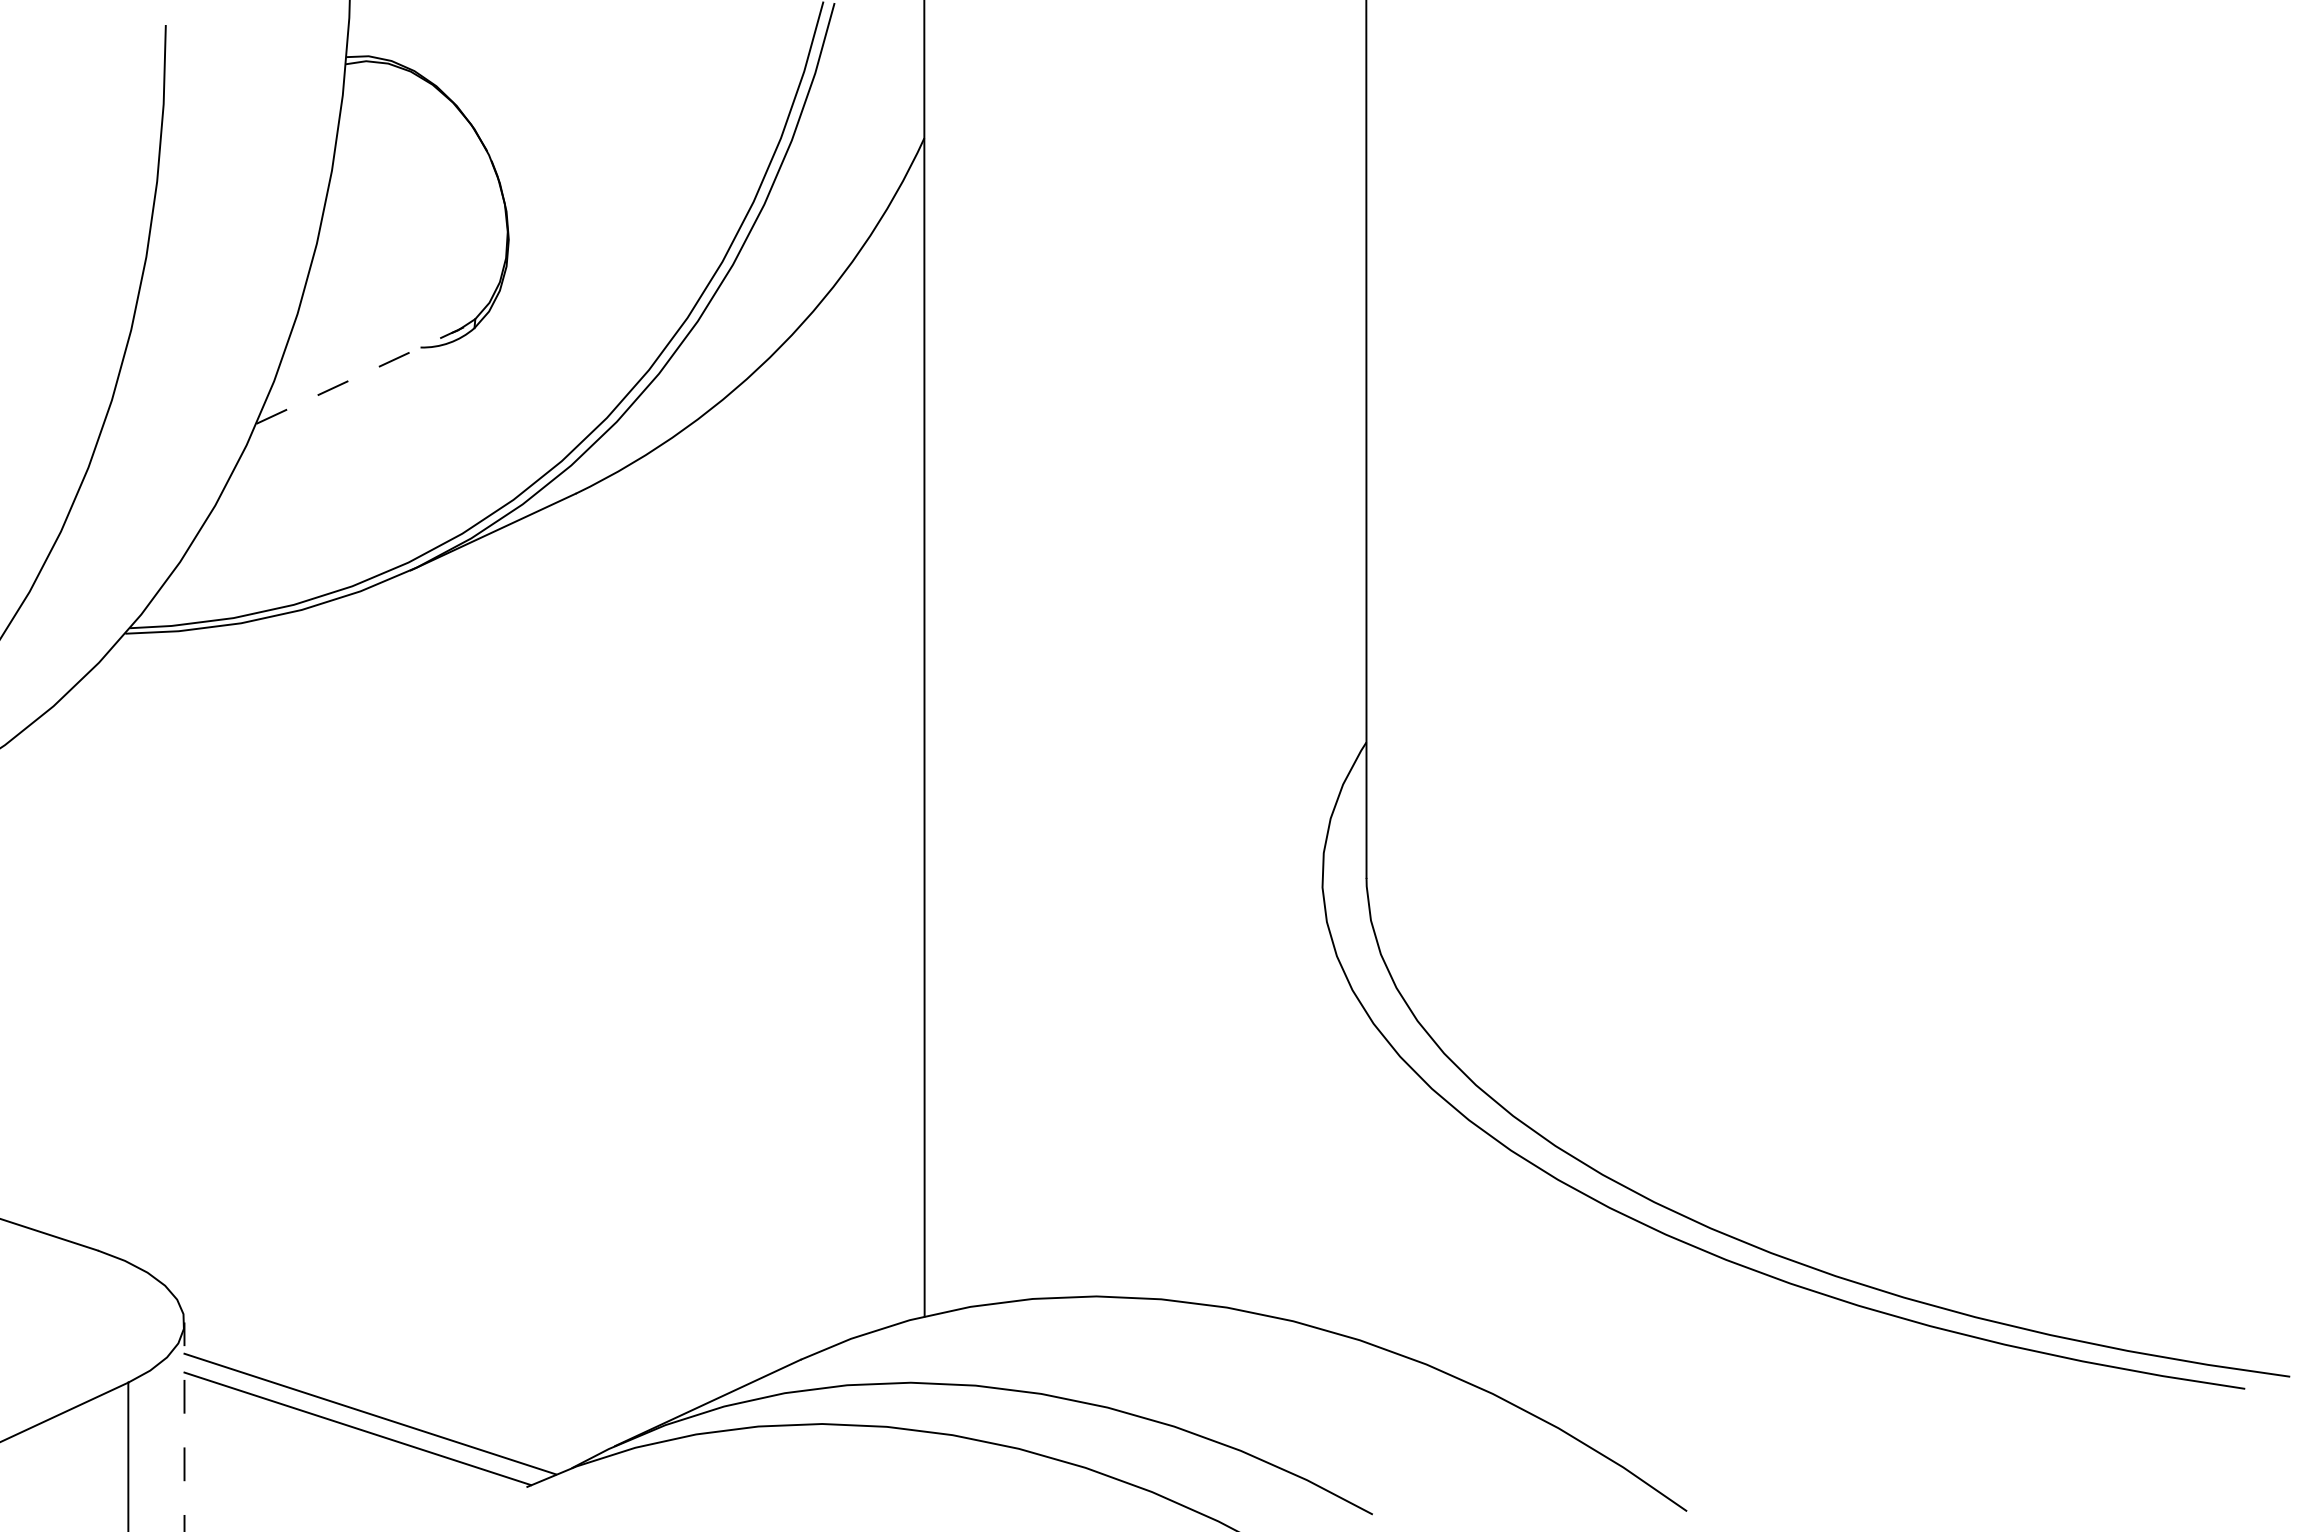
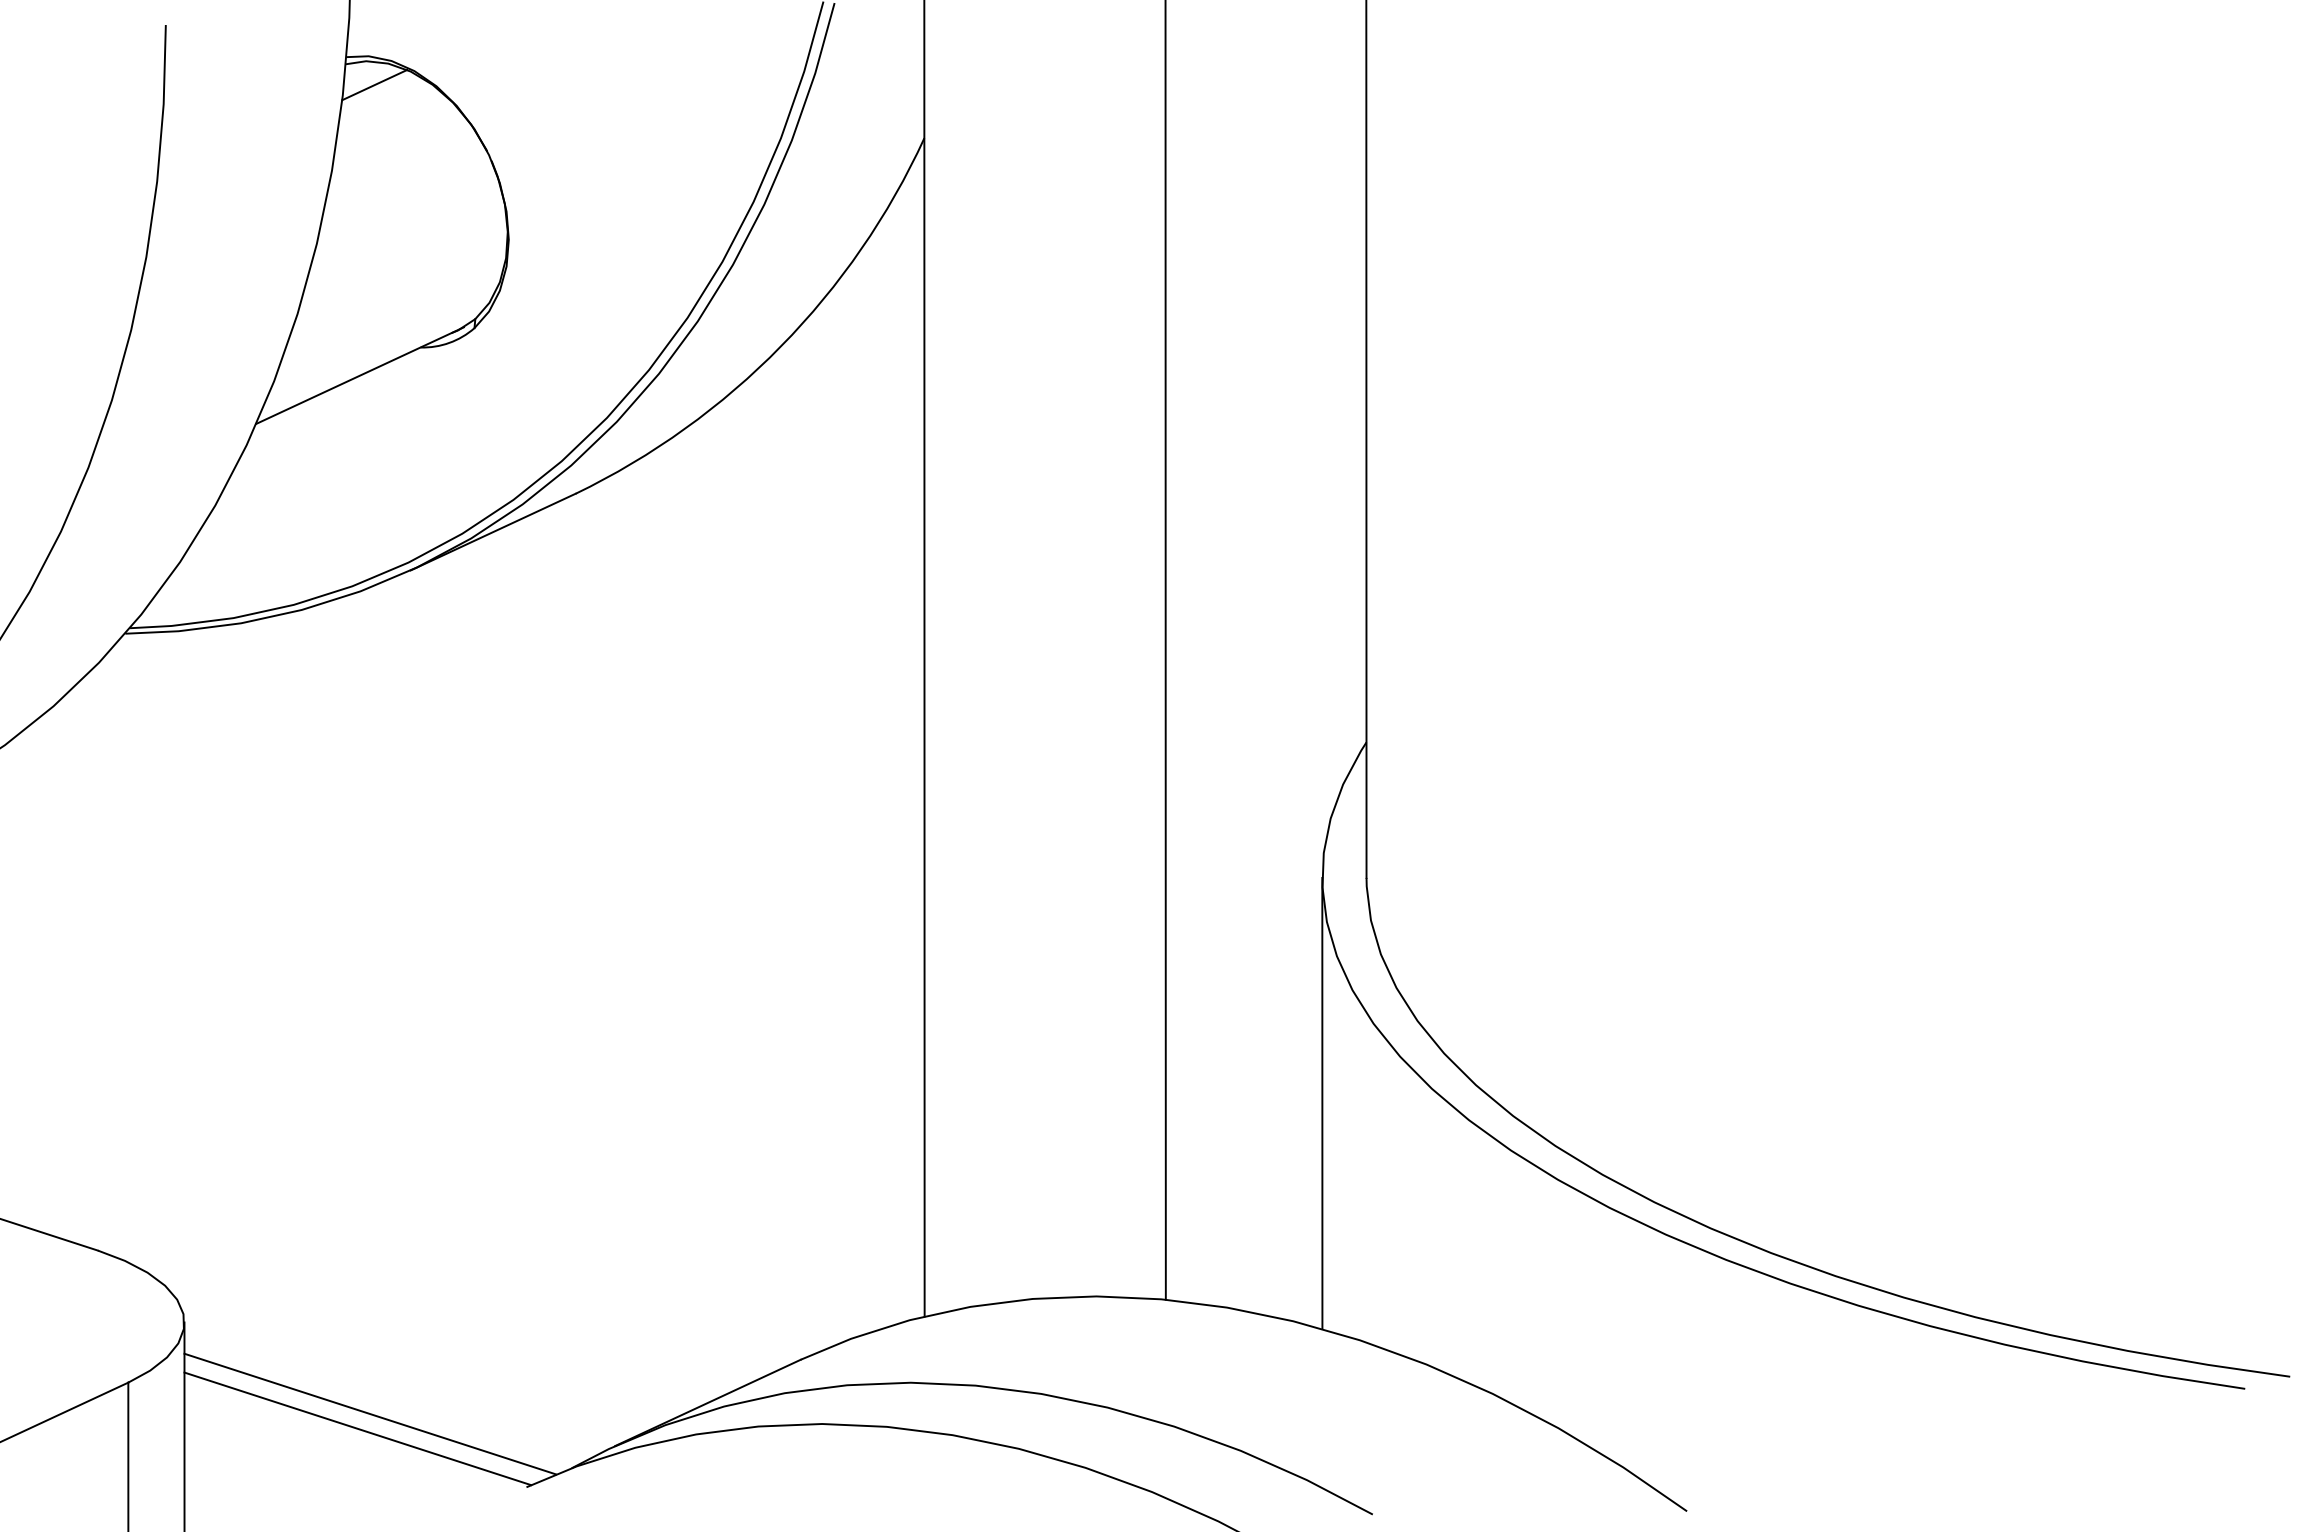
line at (374, 84): none -> present
line at (360, 375): dashed -> solid
line at (1165, 650): none -> present
line at (1322, 1102): none -> present
line at (184, 1426): dashed -> solid
